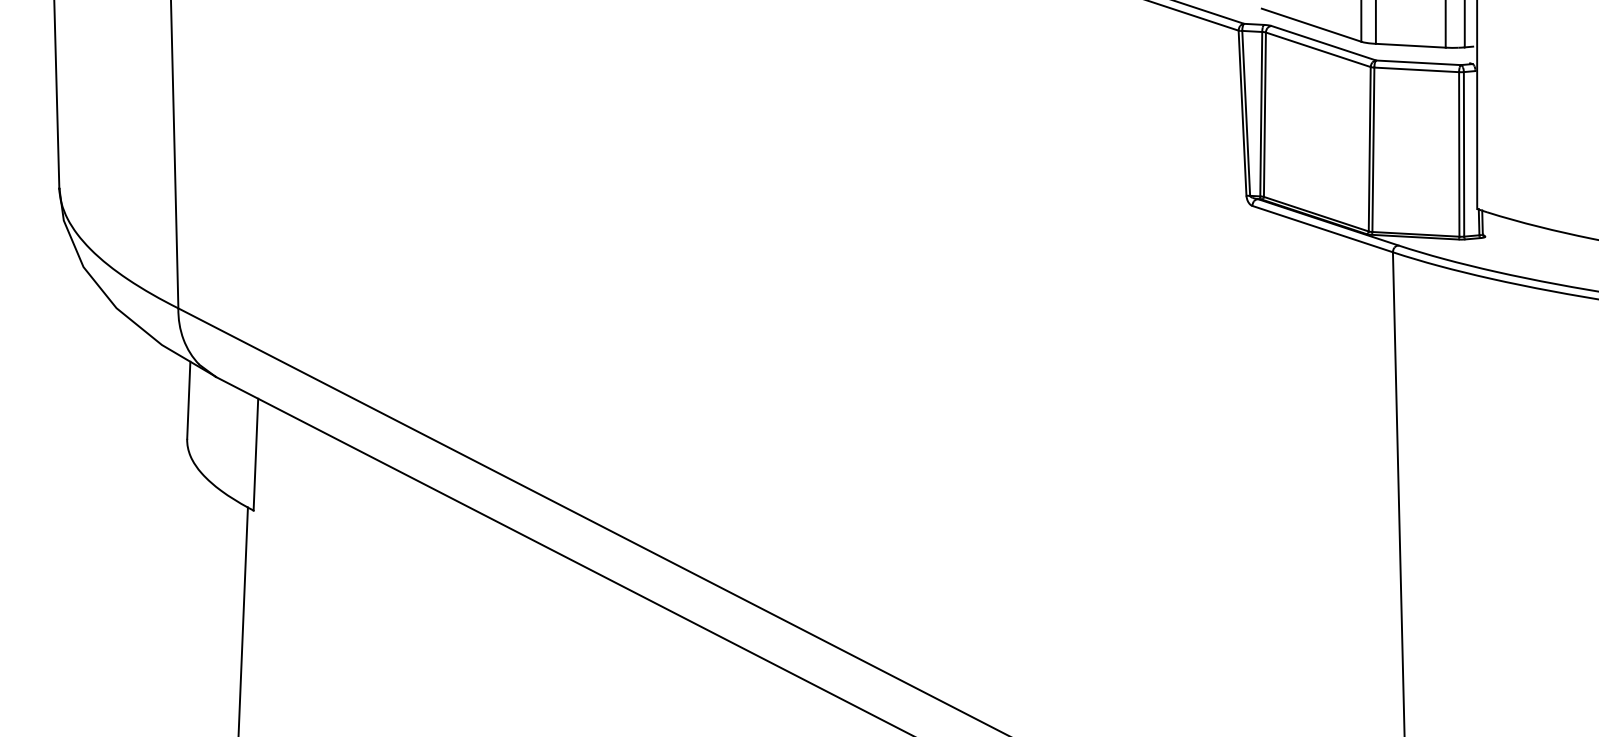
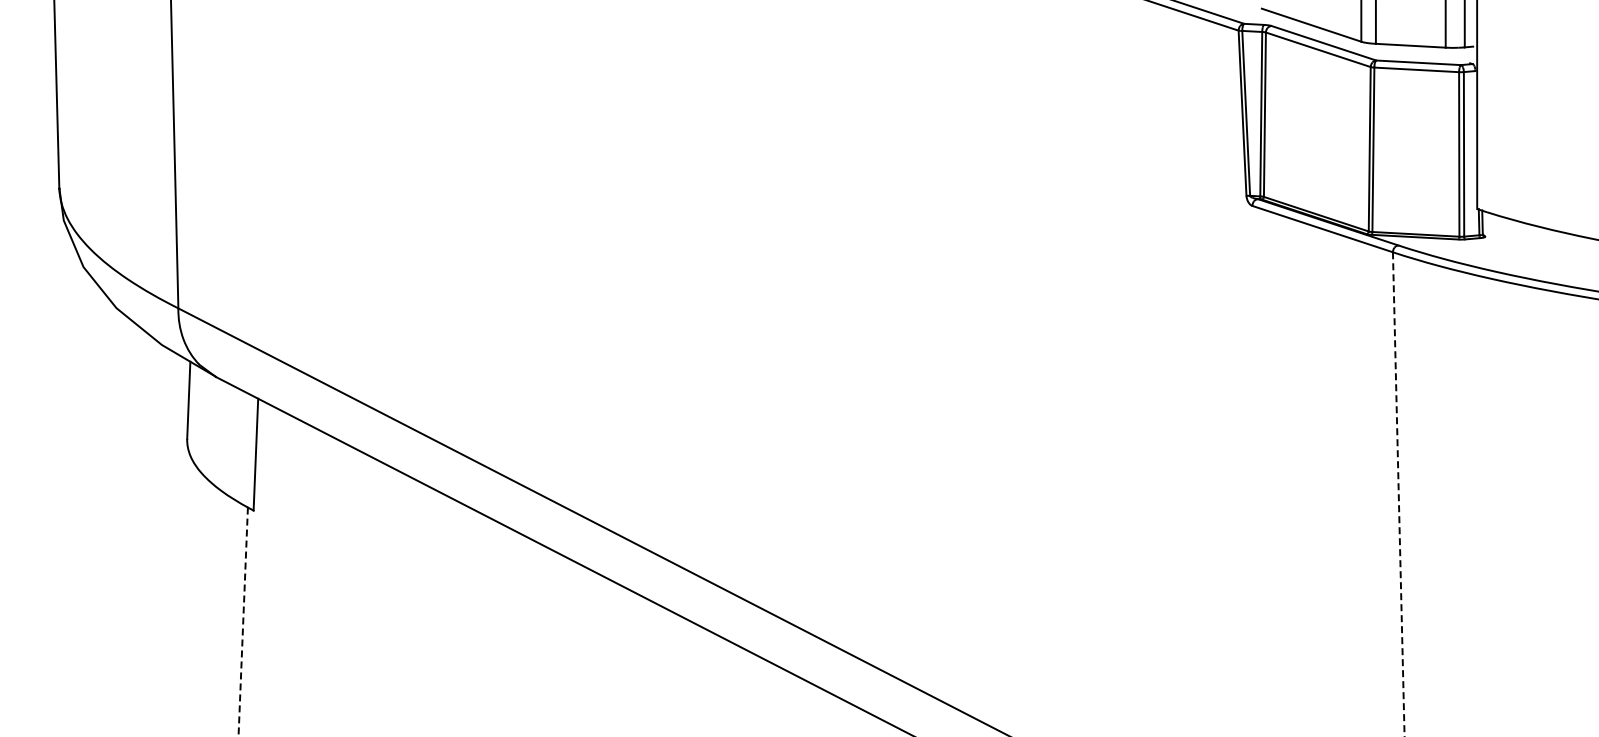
line at (1398, 494): solid -> dashed
line at (243, 622): solid -> dashed
